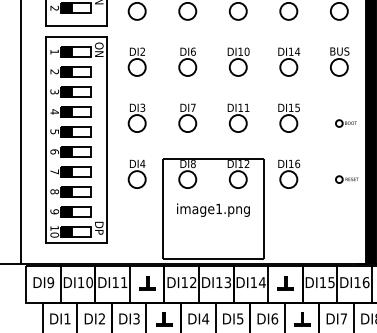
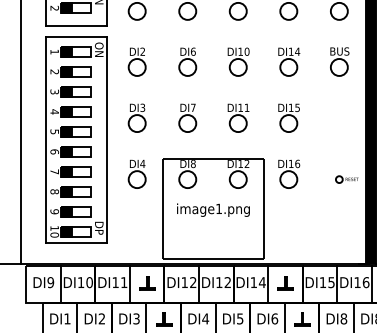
part at (345, 123): present -> none
text at (227, 282): DI13 -> DI12
text at (343, 318): DI7 -> DI8
